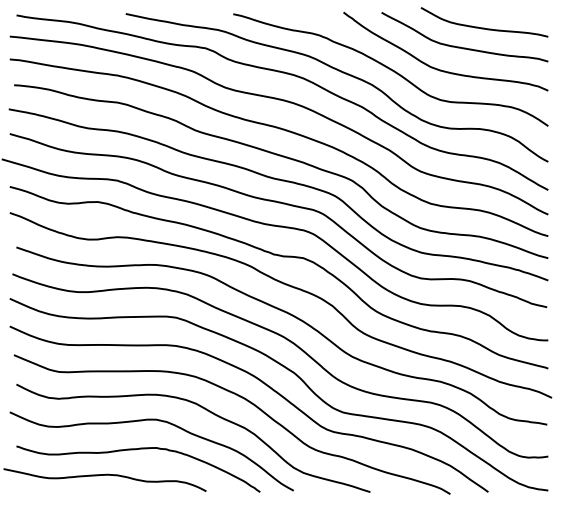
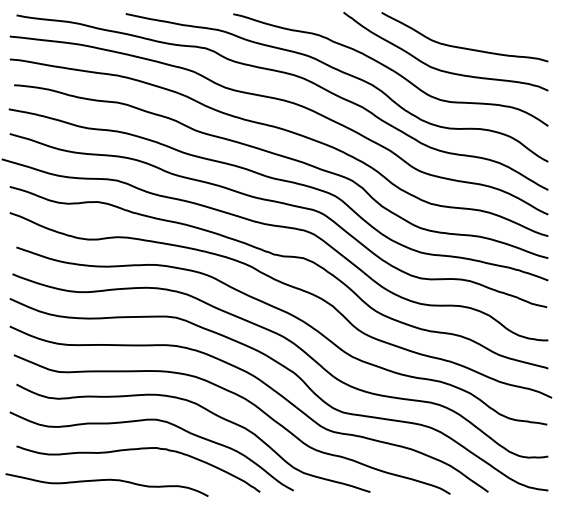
curve at (484, 27): present -> none
curve at (104, 475) position: (104, 475) -> (106, 480)
